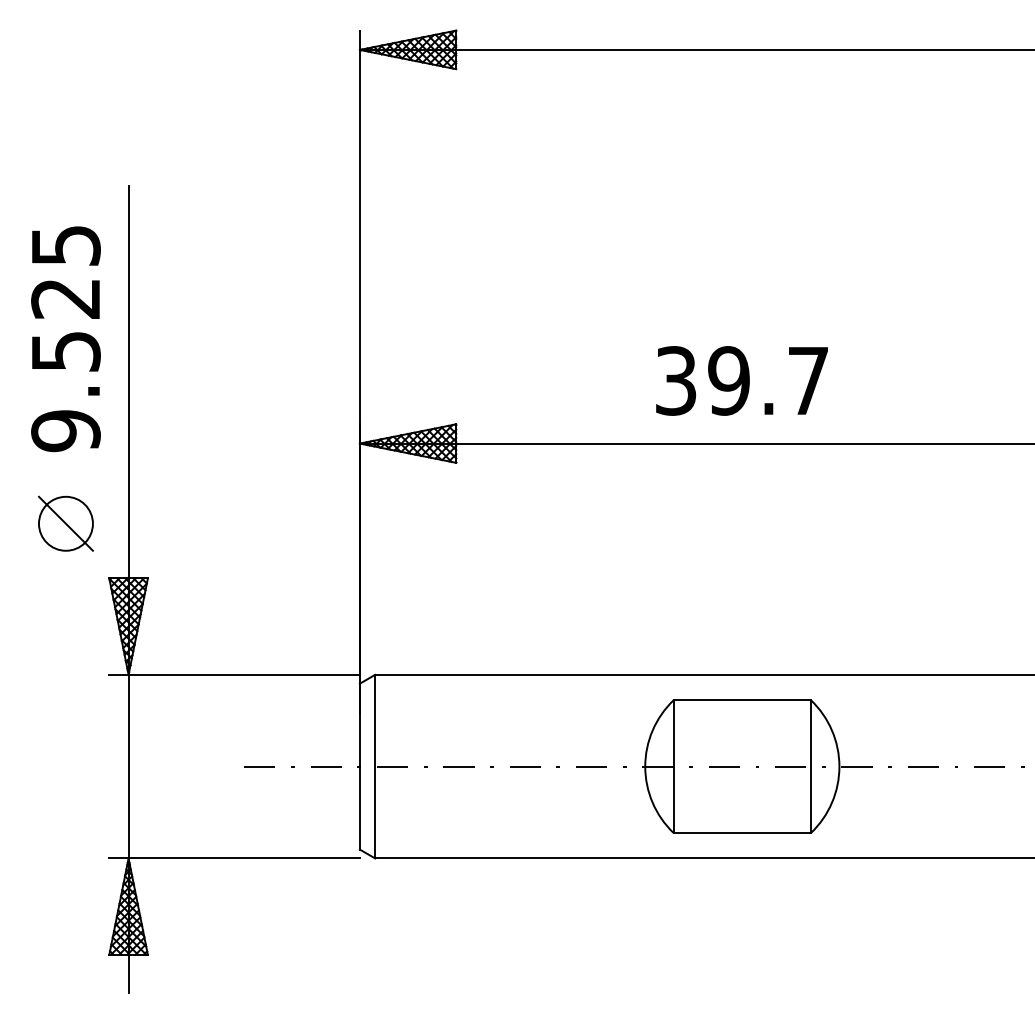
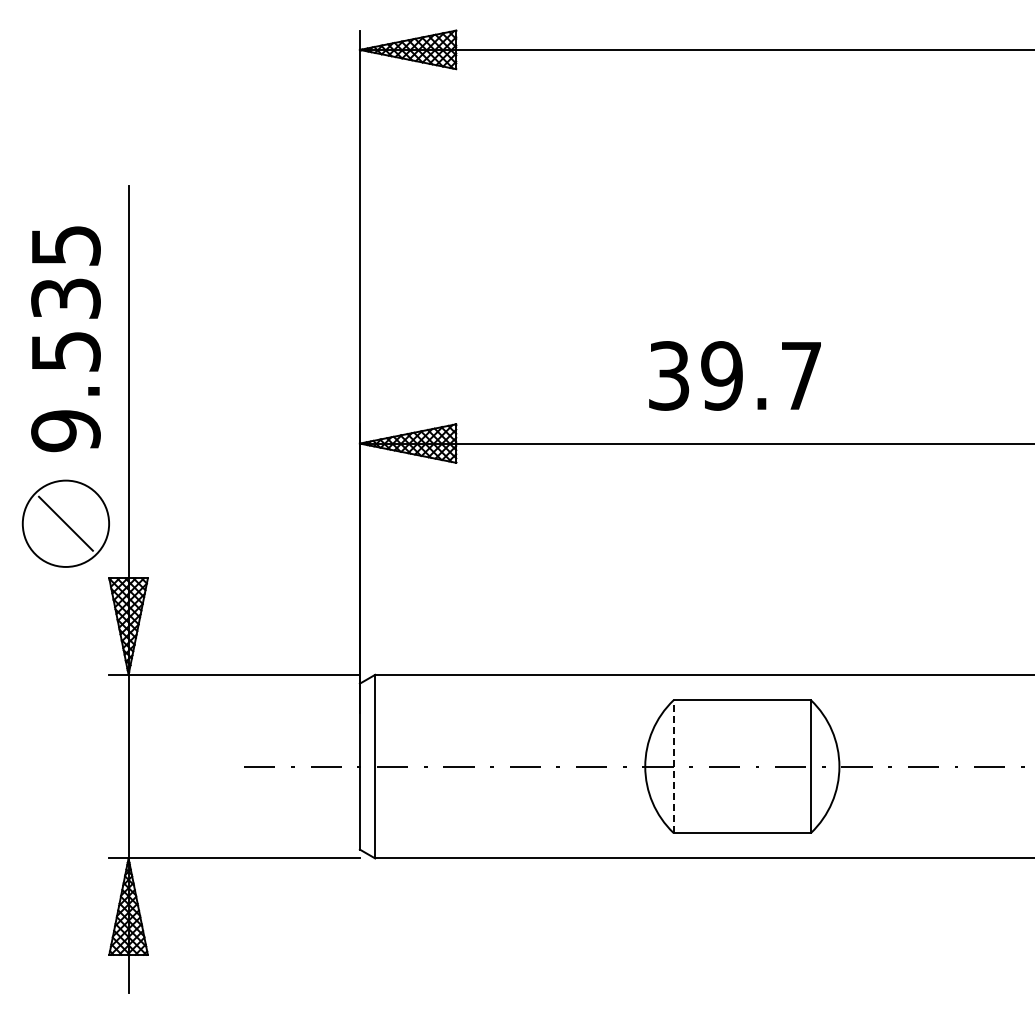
text at (65, 298): 9.525 -> 9.535
text at (741, 380) position: (741, 380) -> (734, 375)
circle at (65, 523) diameter: 54 px -> 86 px
line at (673, 766): solid -> dashed
